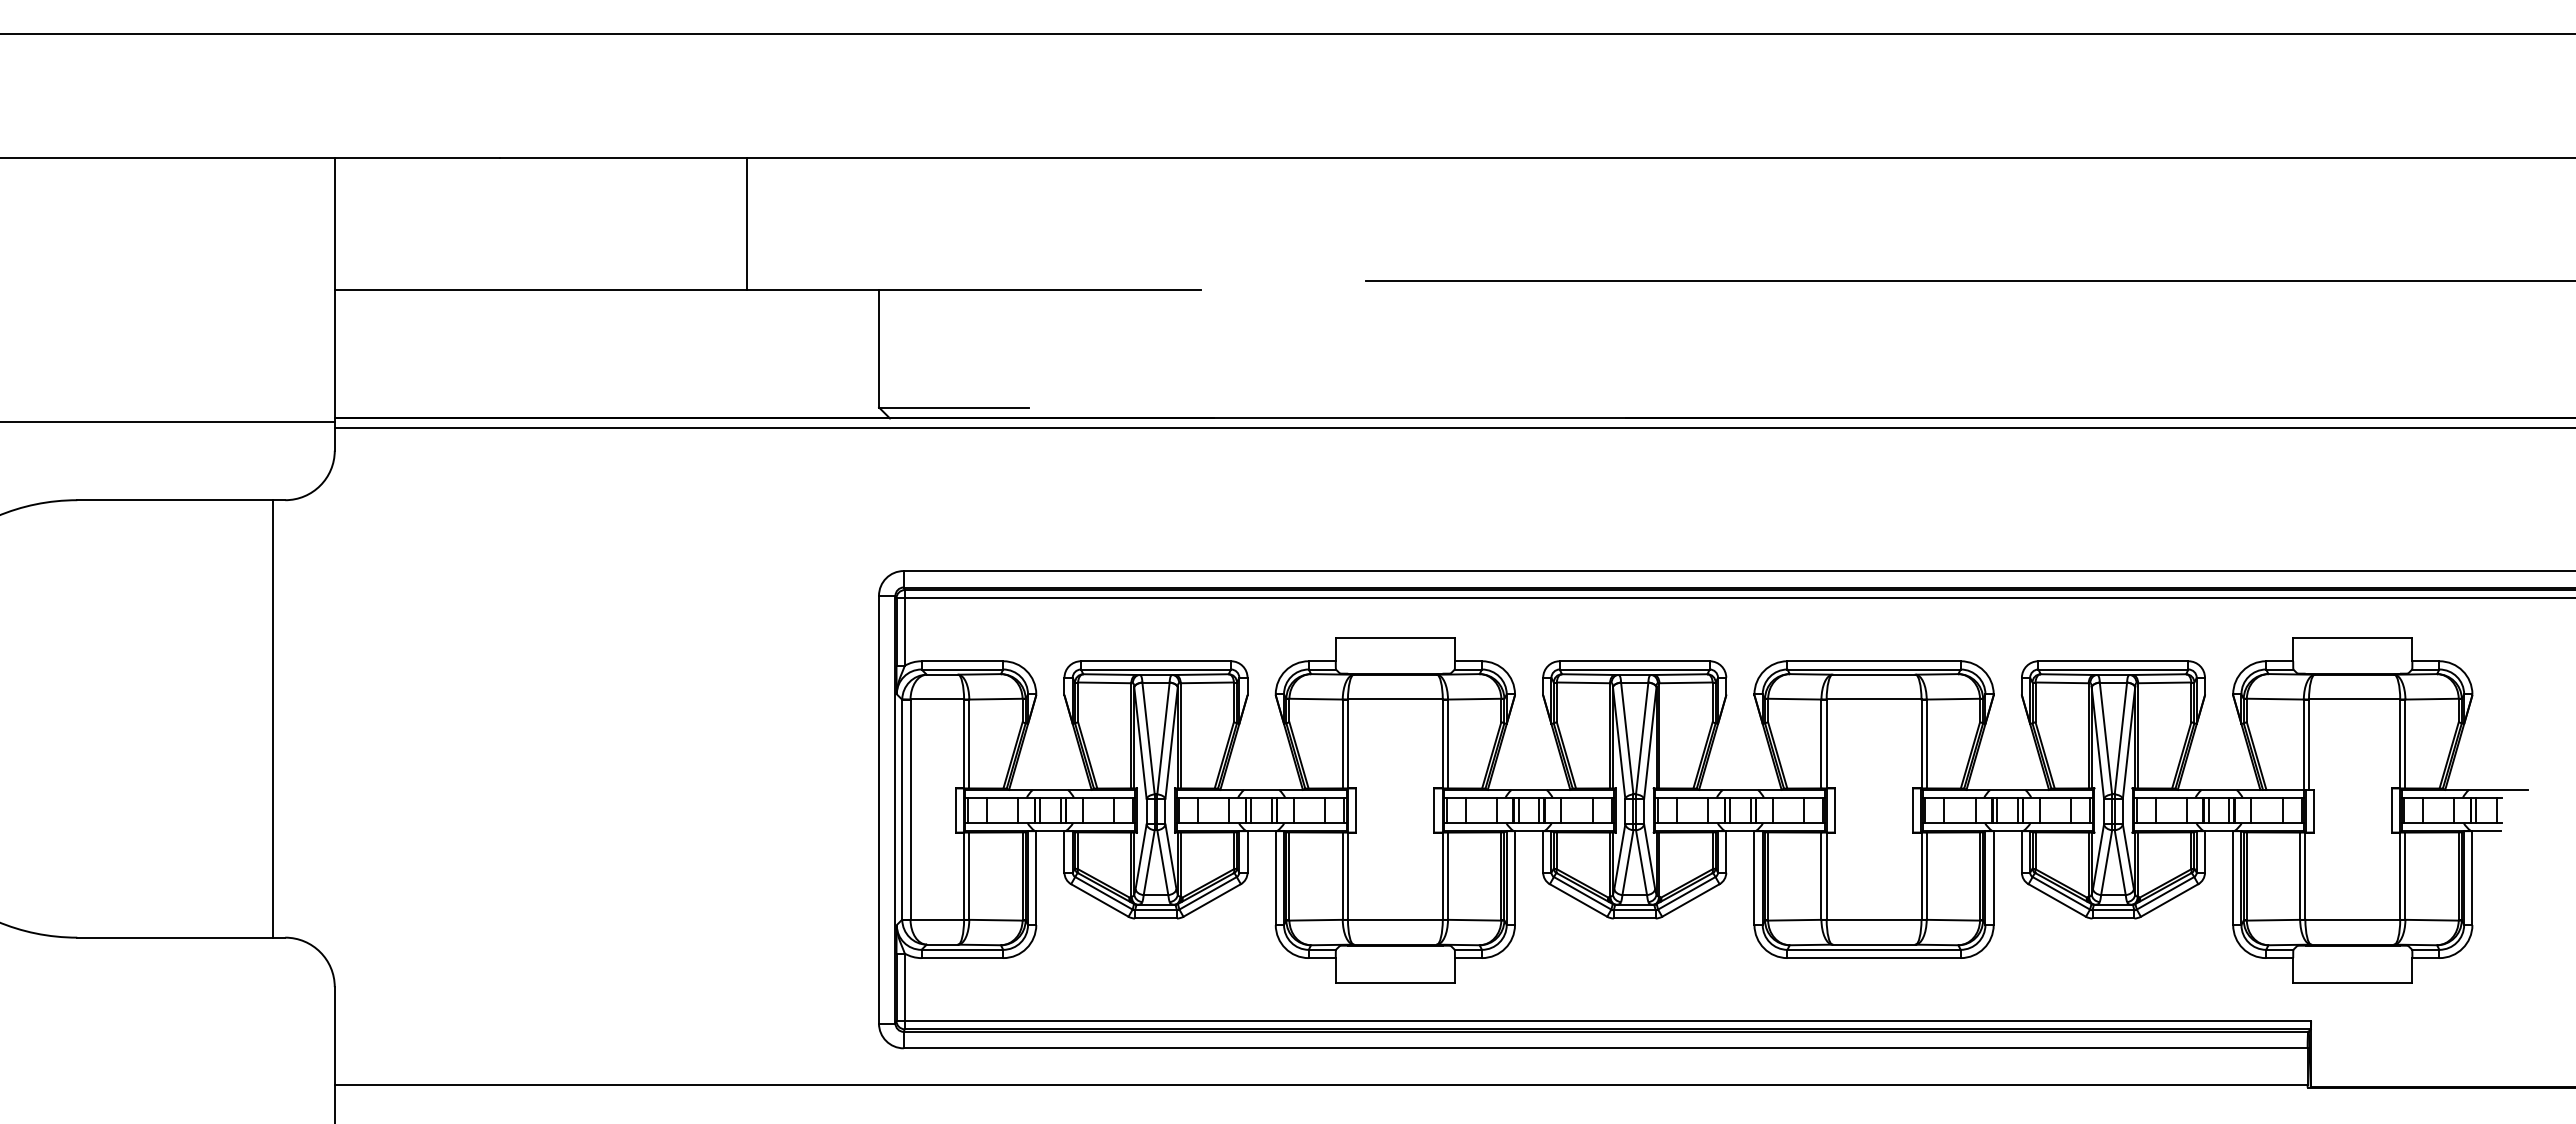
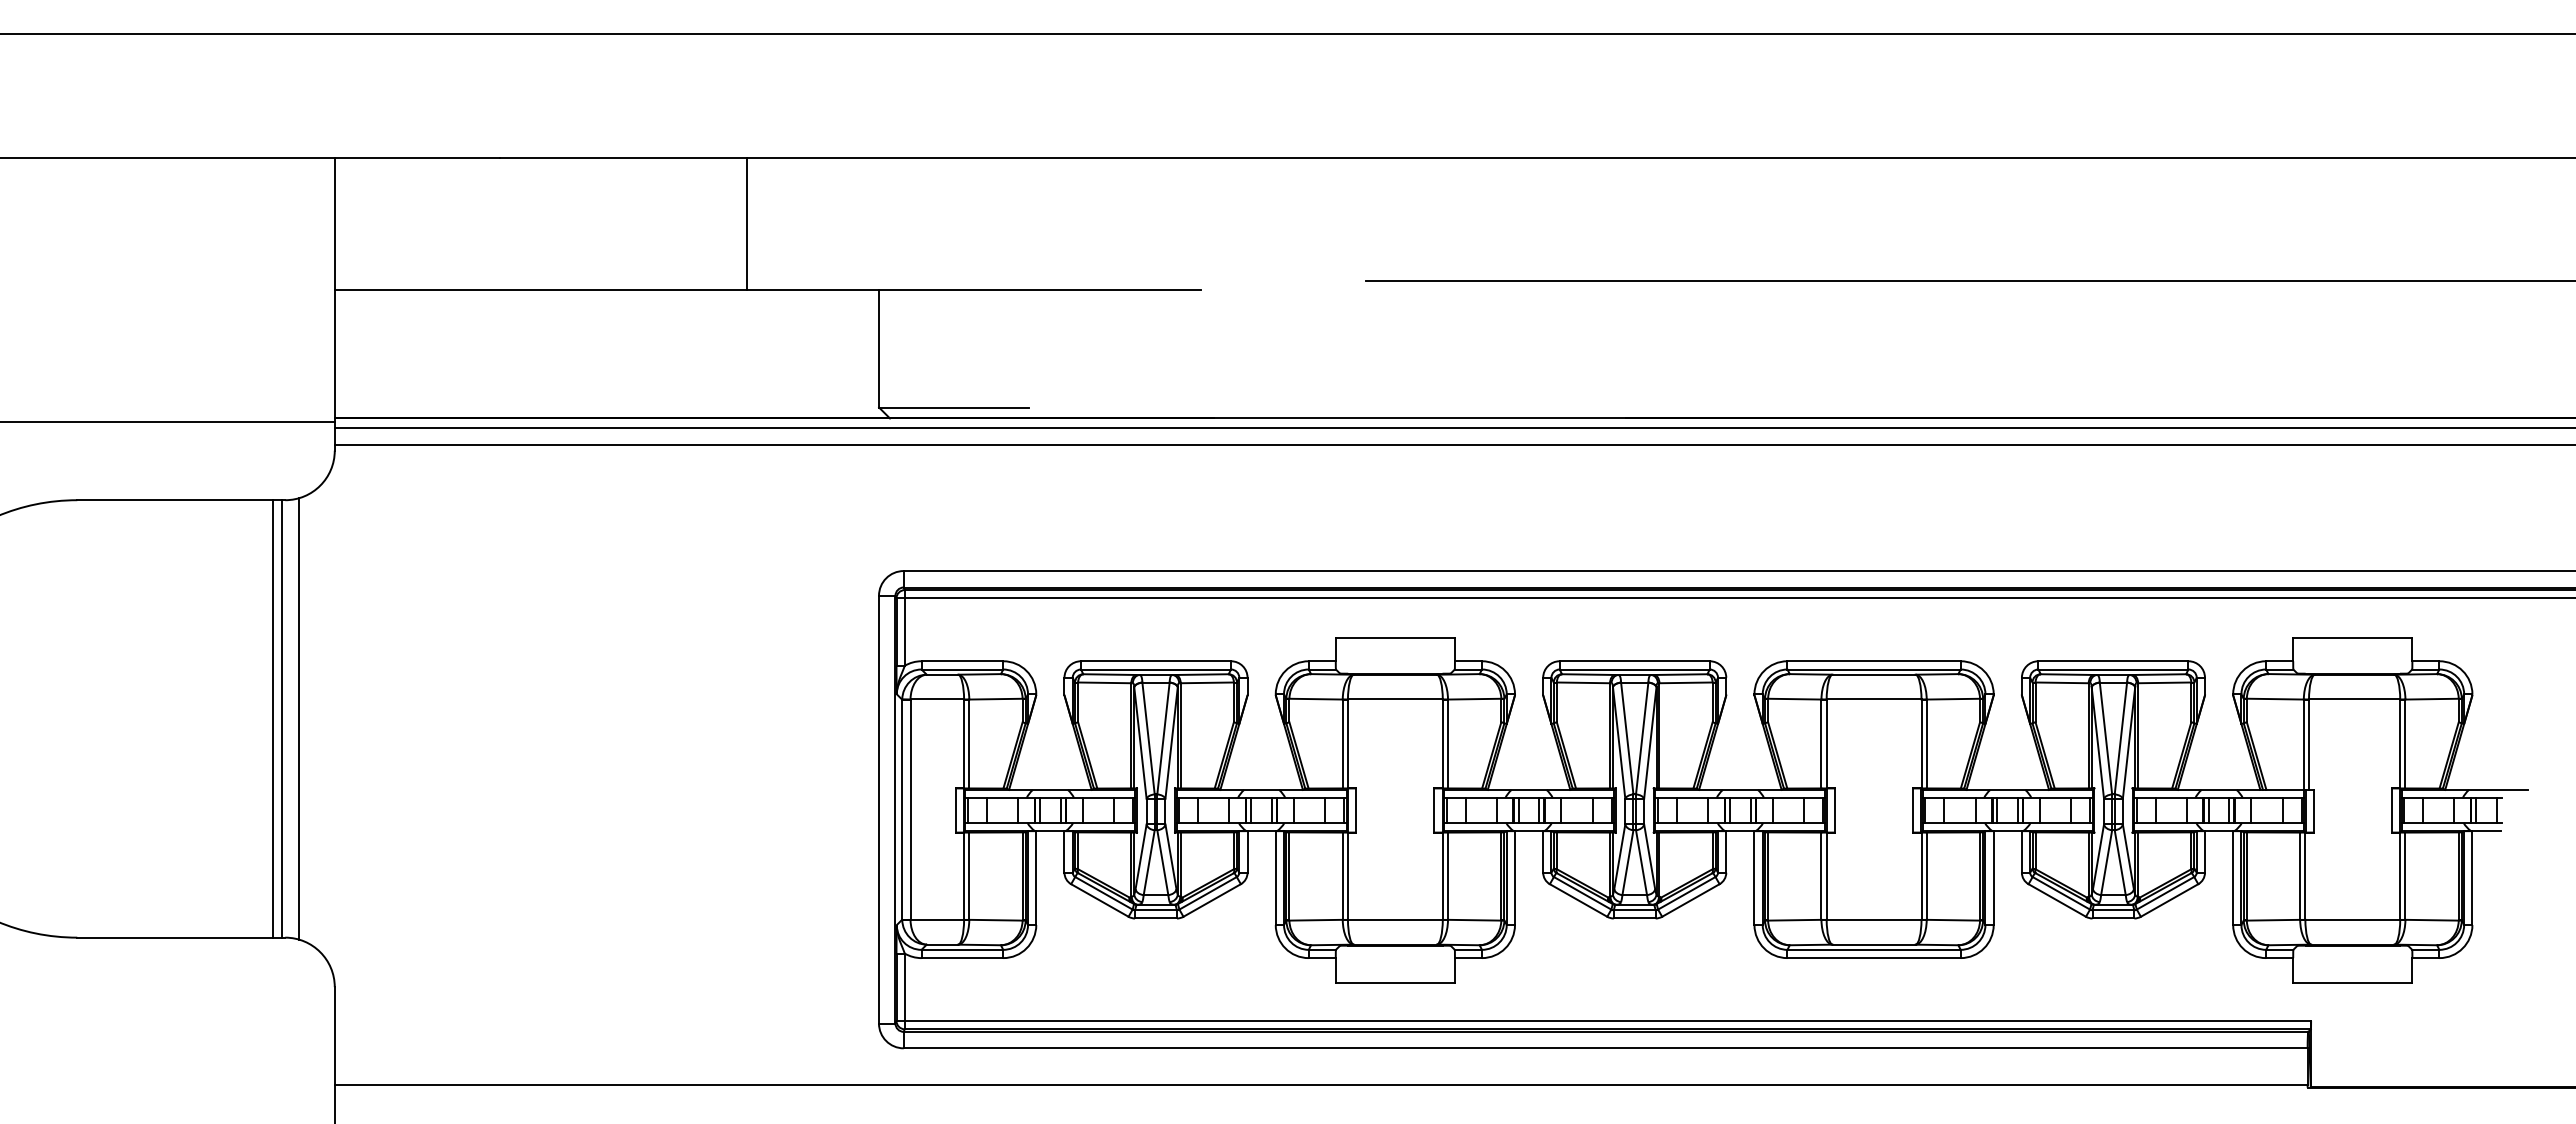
line at (1453, 444): none -> present
line at (282, 718): none -> present
line at (299, 718): none -> present
